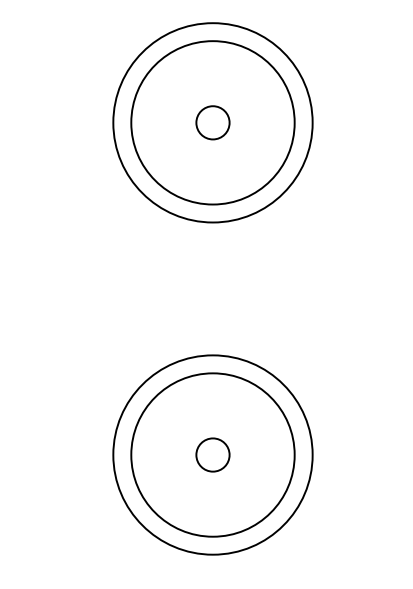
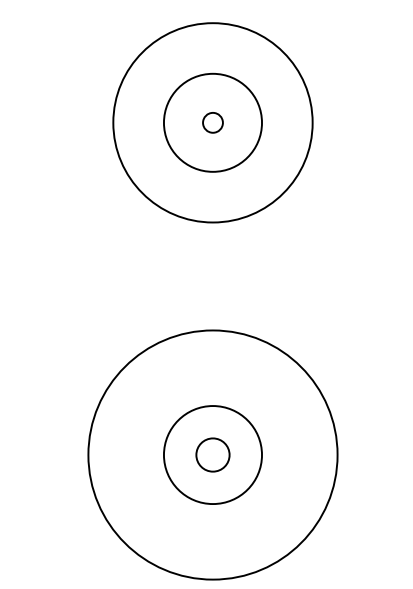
circle at (212, 122) diameter: 163 px -> 98 px
circle at (212, 122) diameter: 33 px -> 20 px
circle at (212, 454) diameter: 163 px -> 98 px
circle at (212, 454) diameter: 199 px -> 249 px
